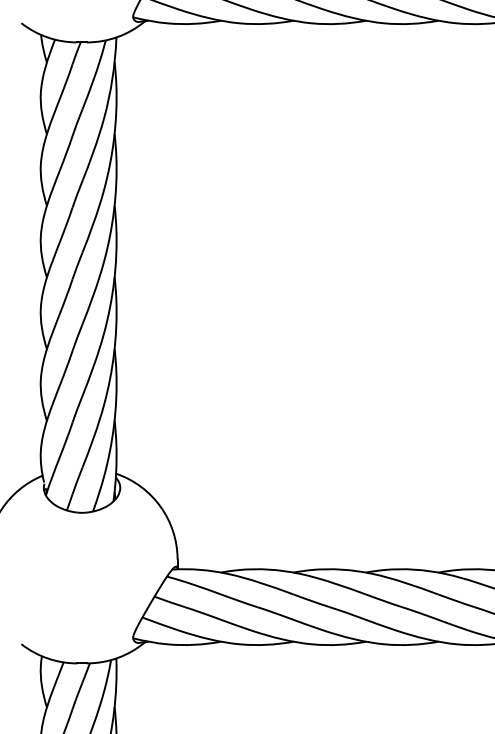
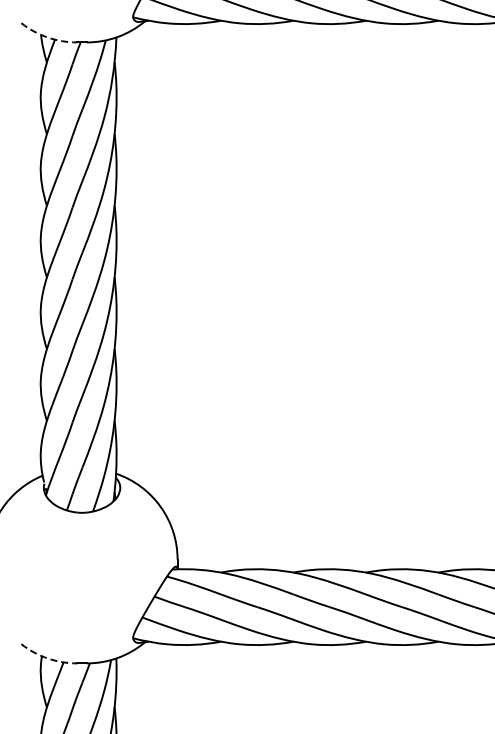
arc at (47, 37): solid -> dashed
arc at (47, 658): solid -> dashed
